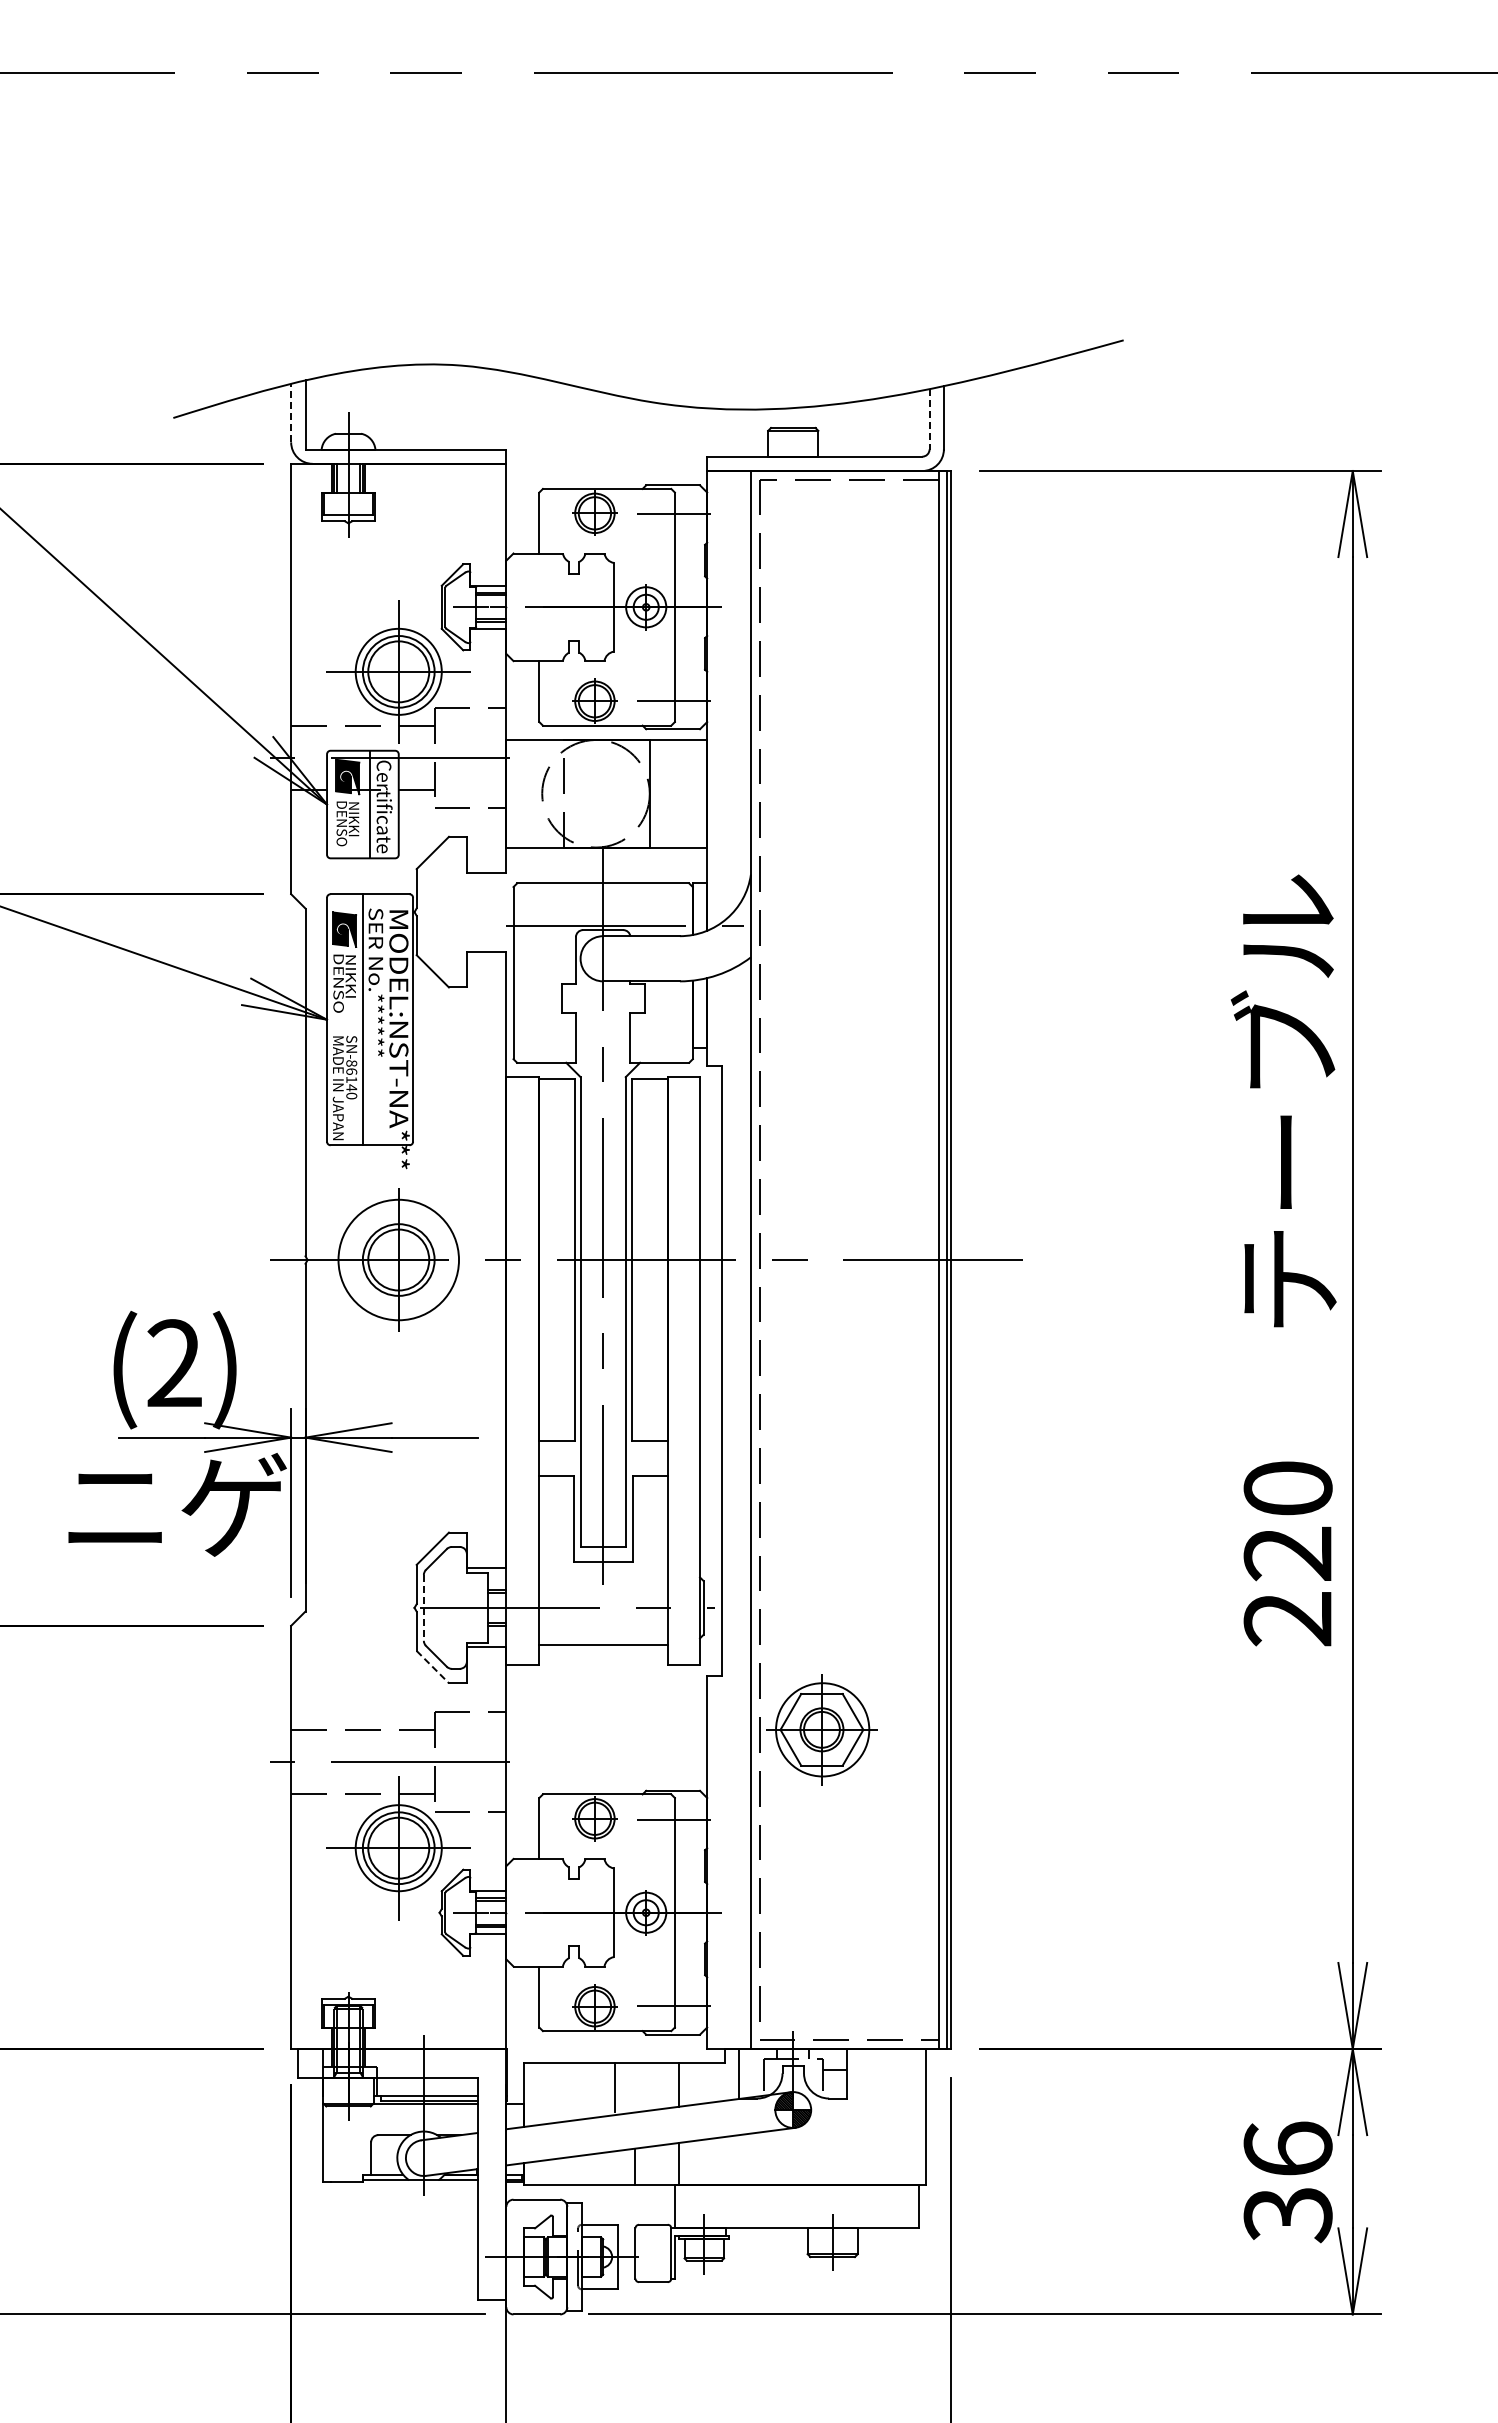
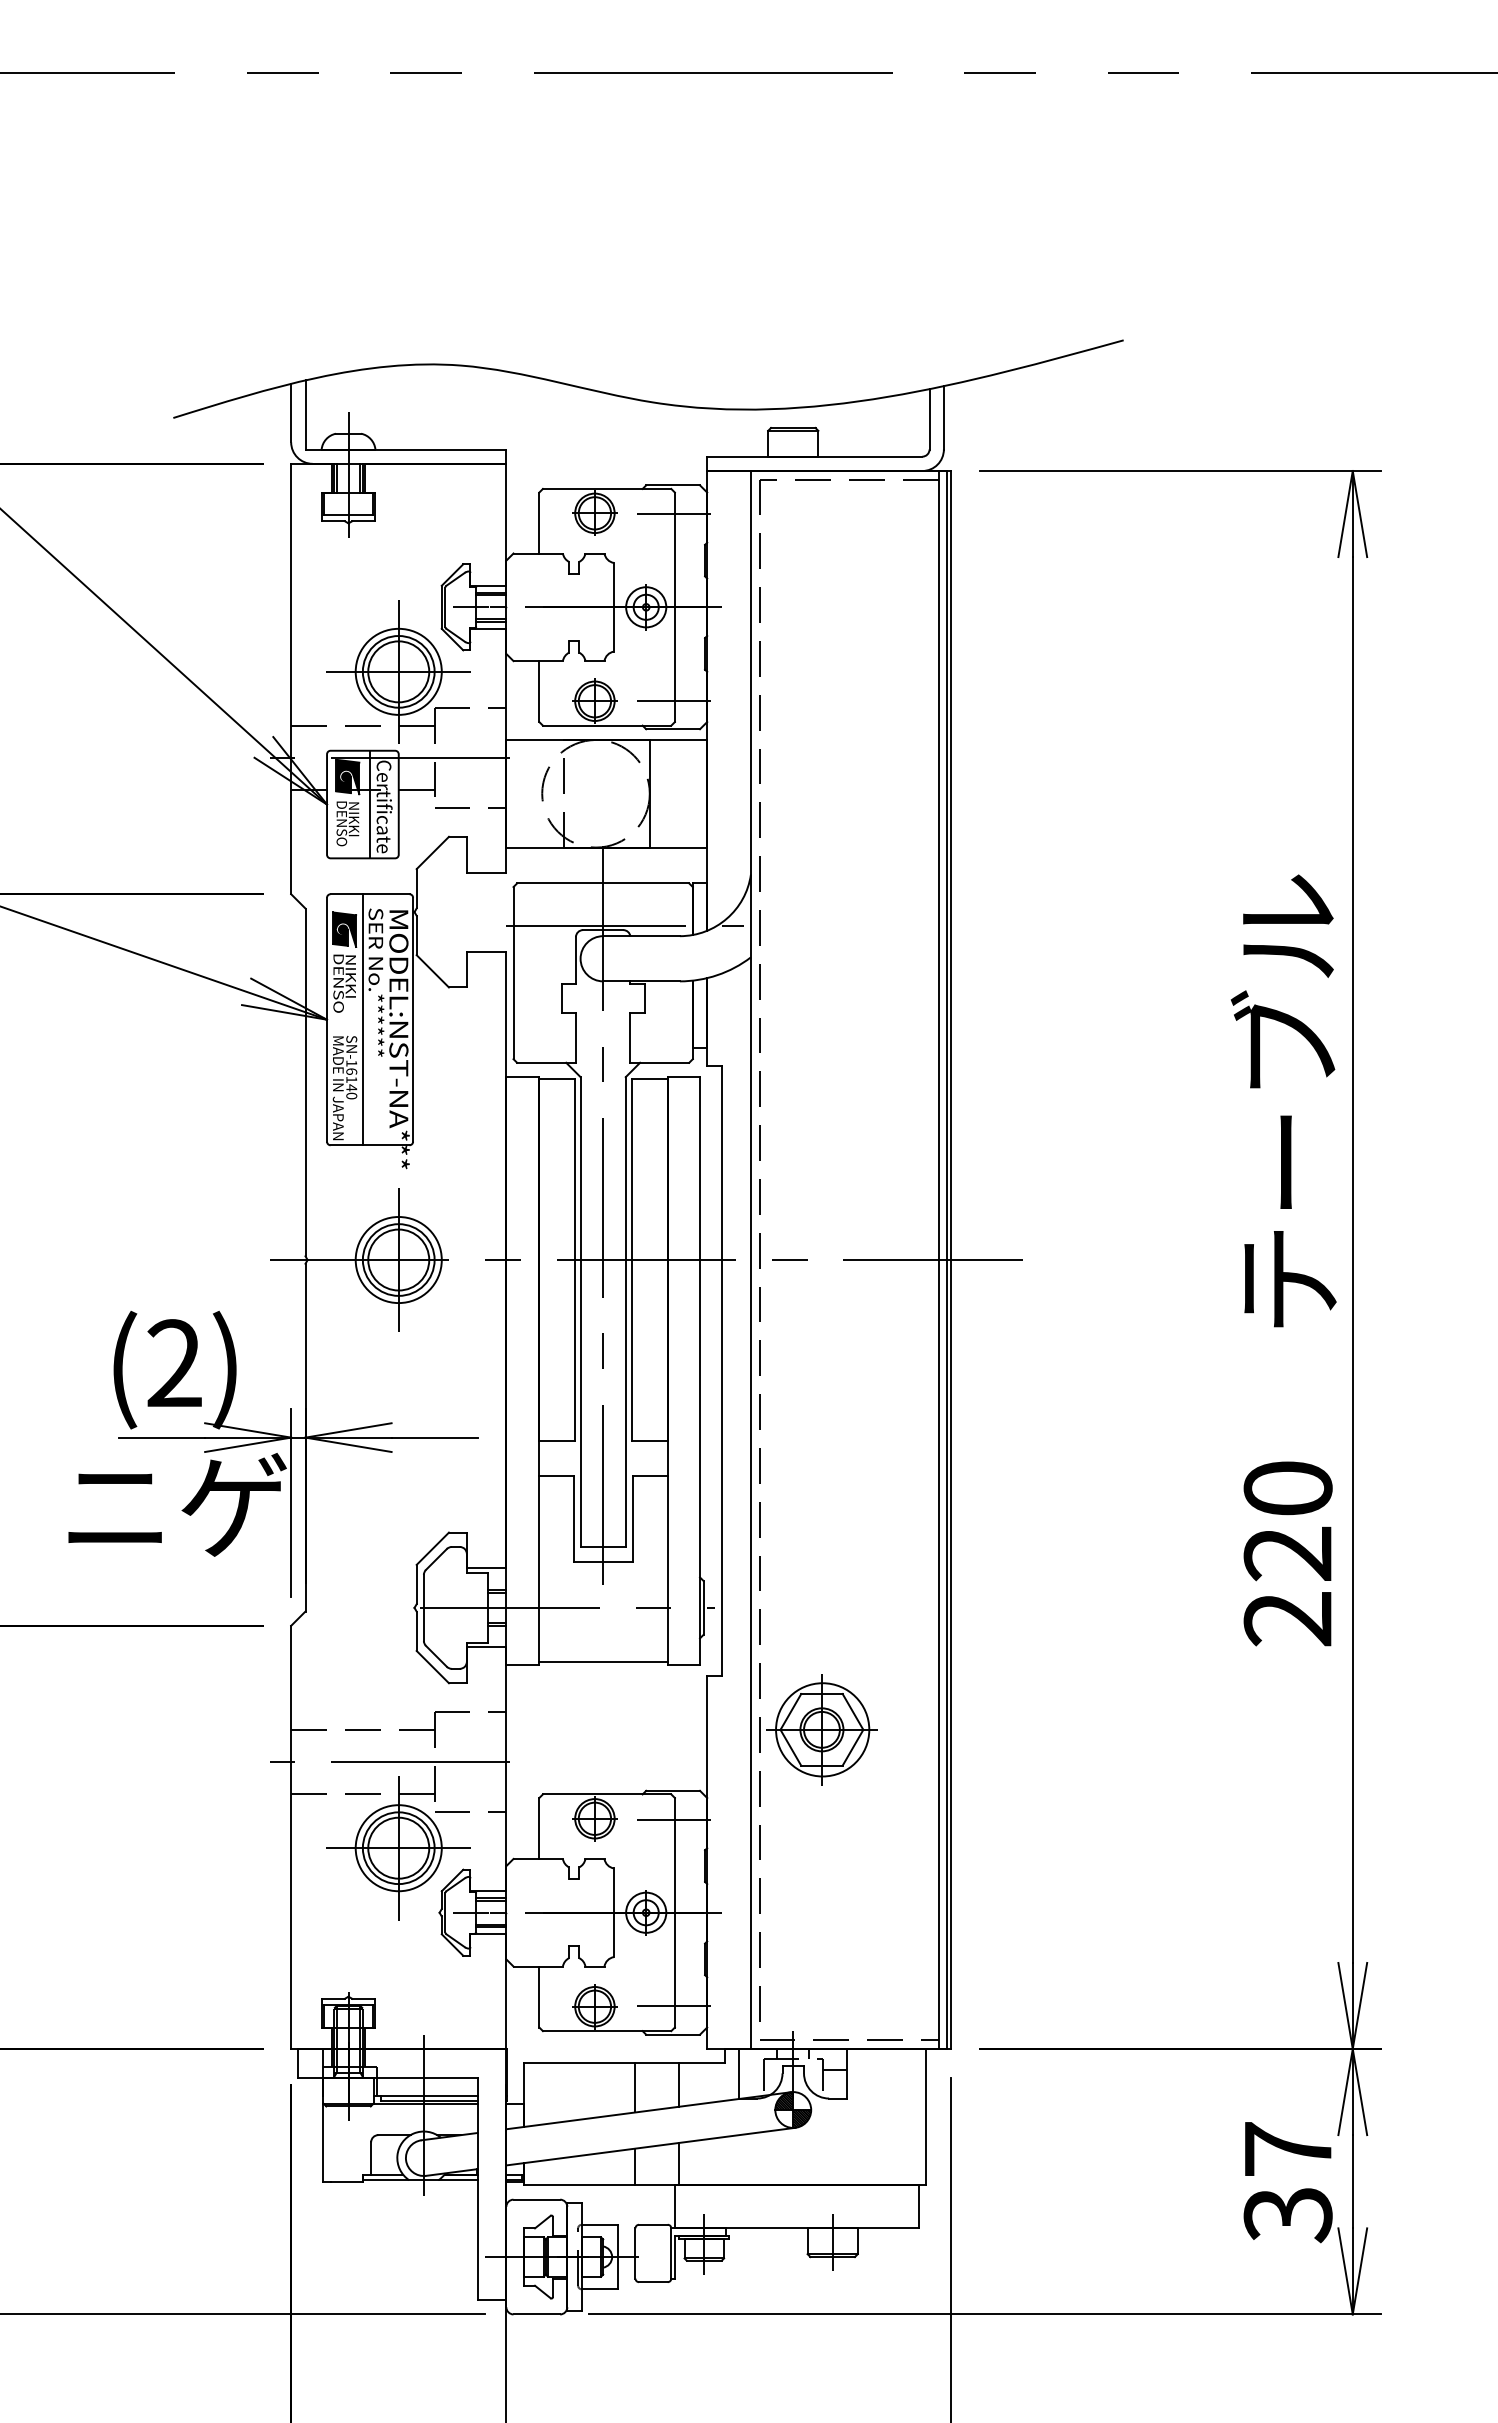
line at (291, 412): dashed -> solid
line at (929, 419): dashed -> solid
text at (351, 1063): SN-86140 -> SN-16140
circle at (398, 1259) diameter: 121 px -> 86 px
line at (423, 1608): dashed -> solid
line at (602, 1645) position: (602, 1645) -> (602, 1662)
line at (432, 1667): dashed -> solid
line at (615, 2087) position: (615, 2087) -> (635, 2087)
text at (1287, 2148): 36 -> 37
